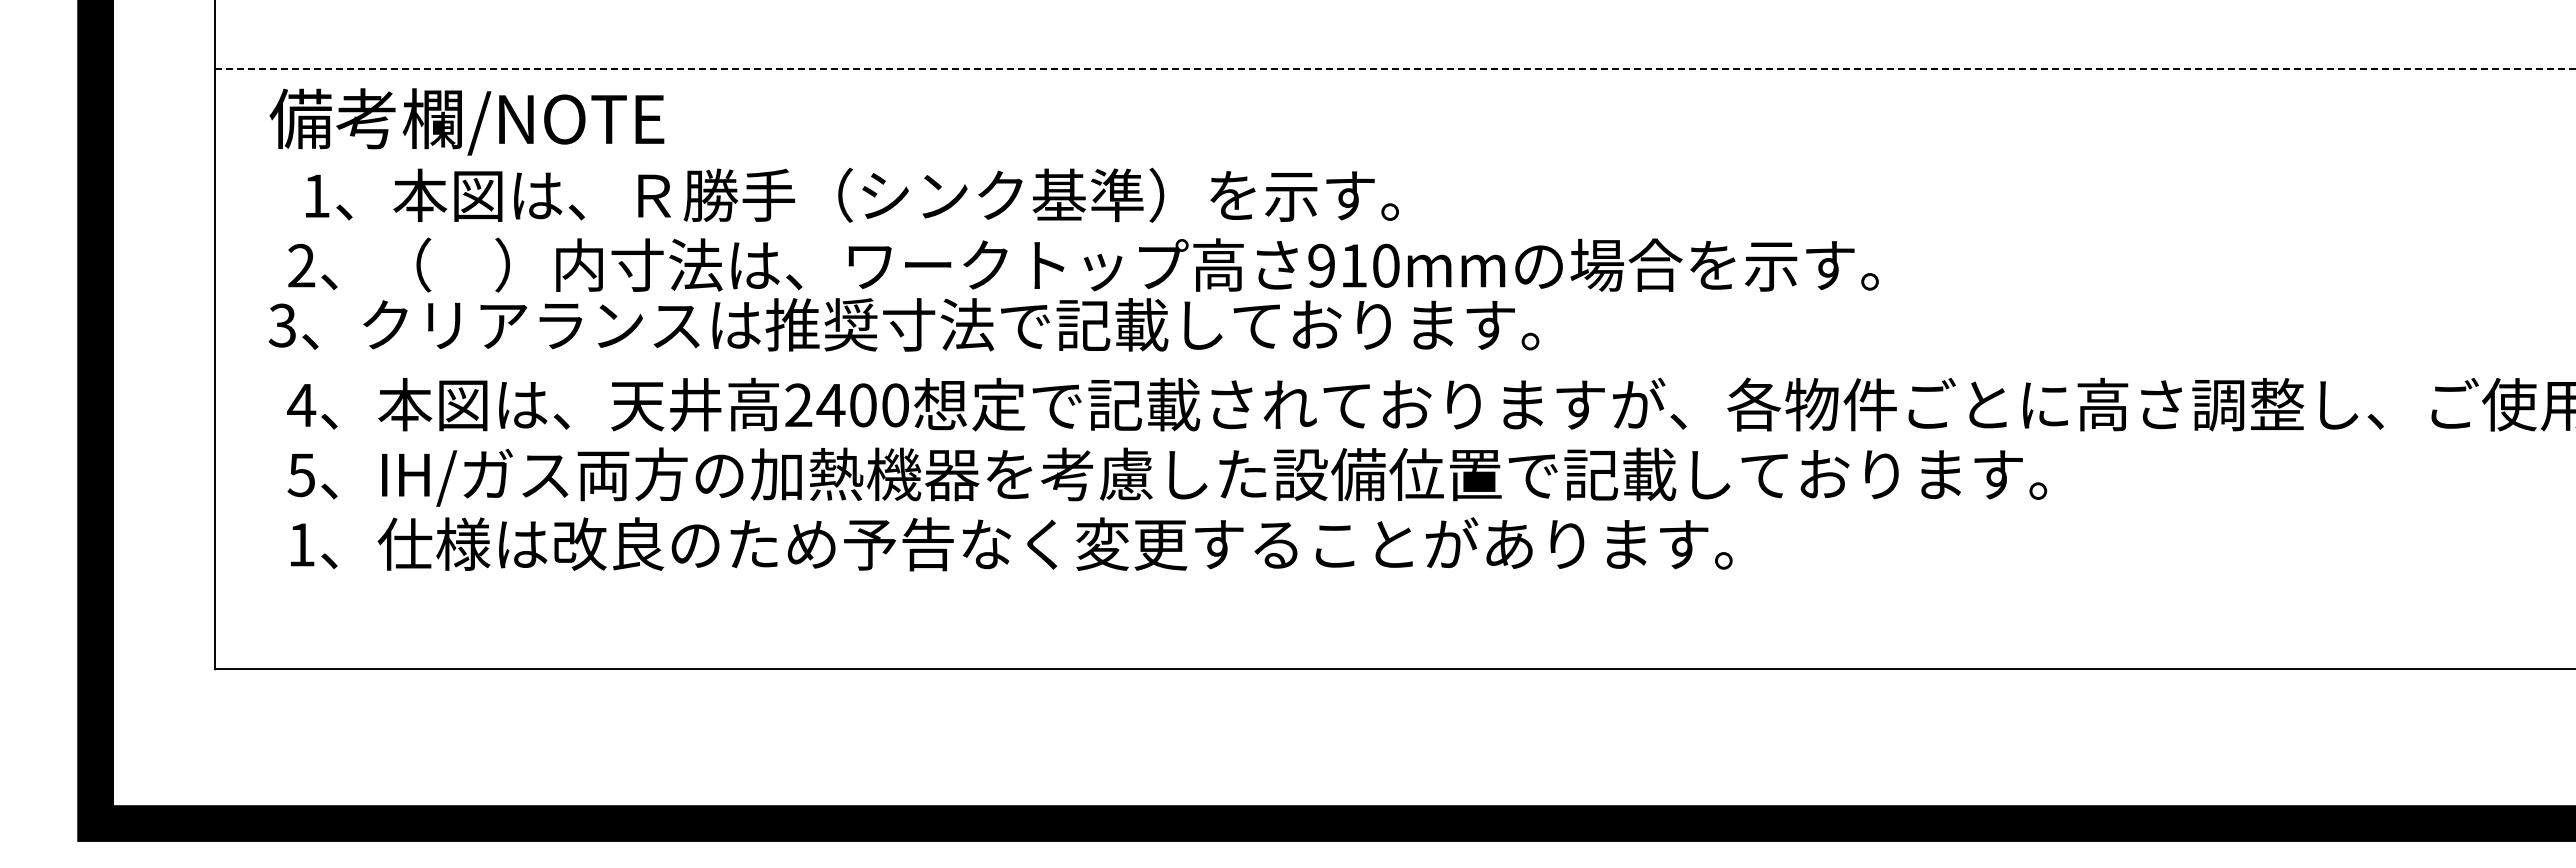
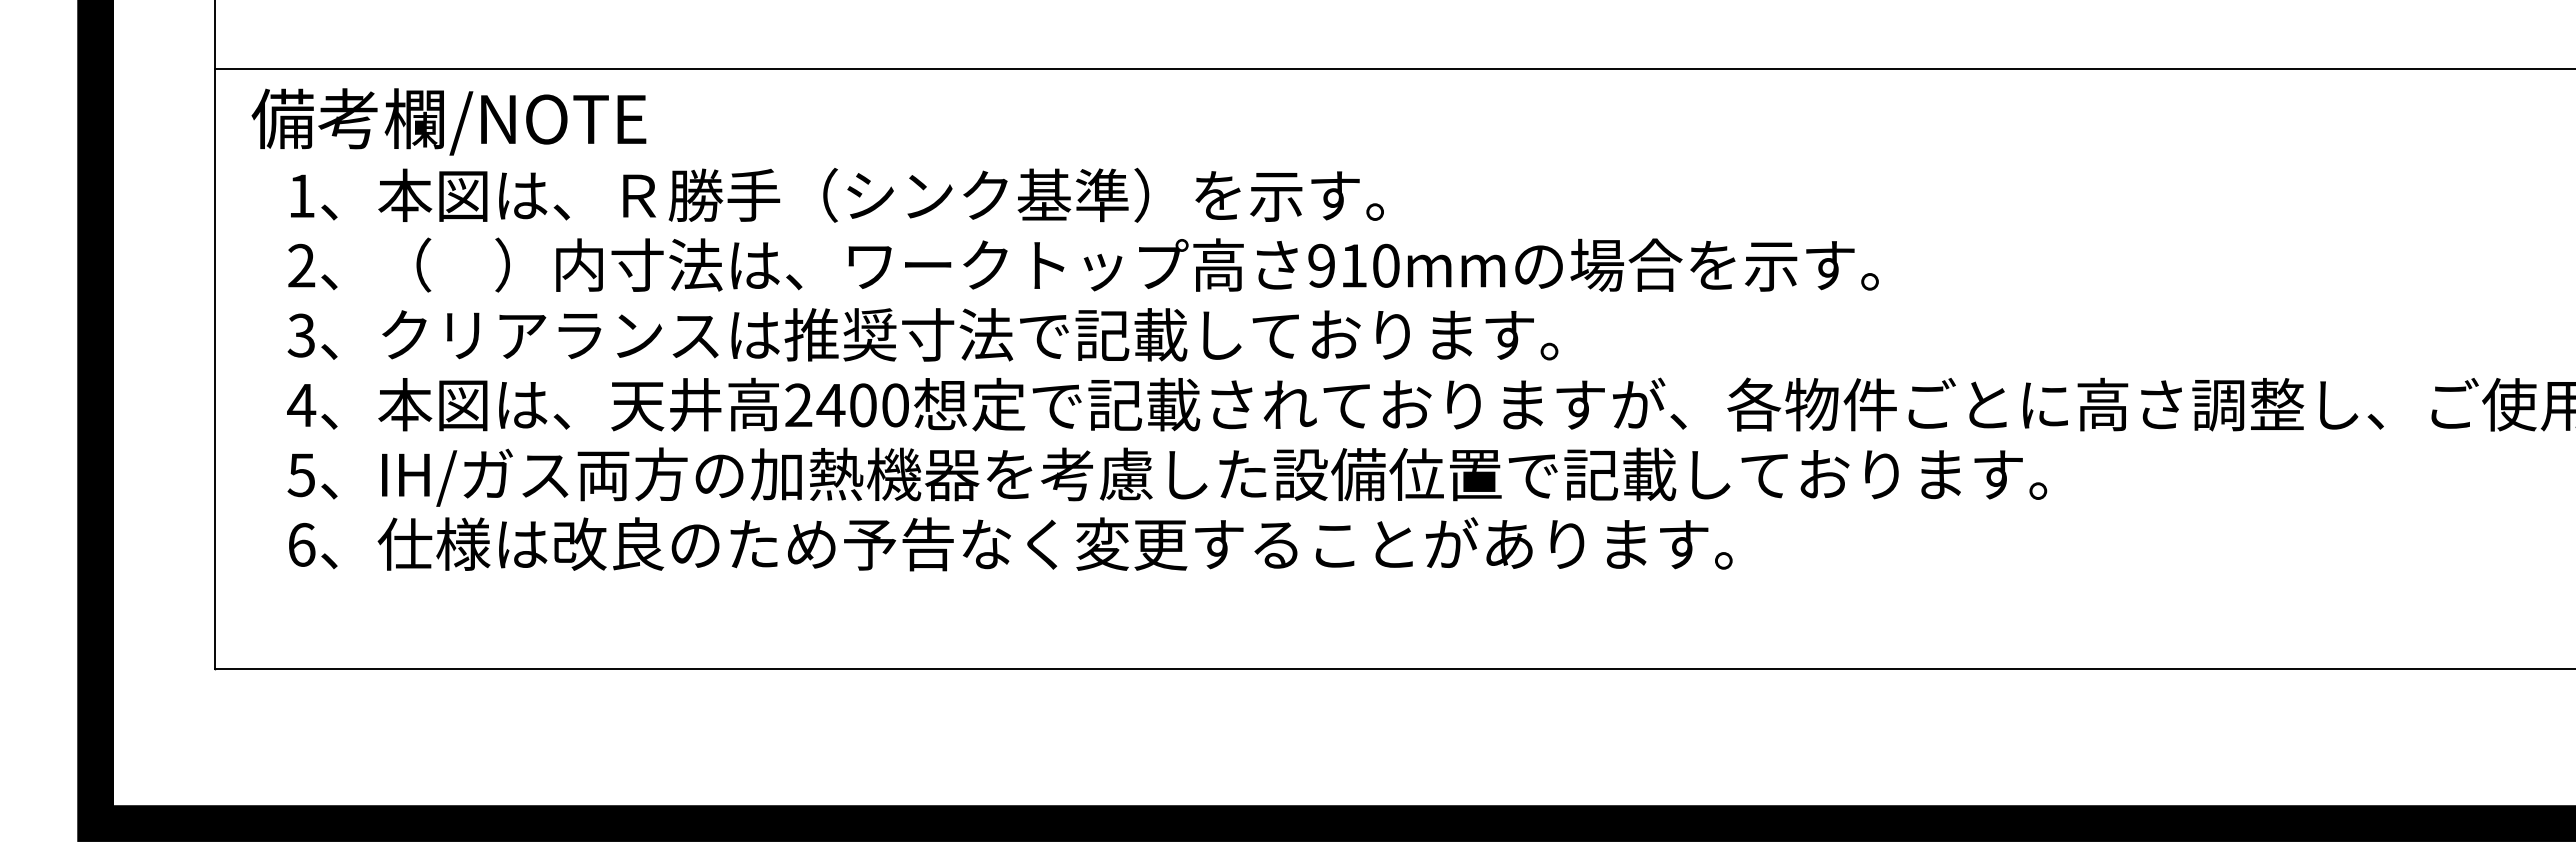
line at (1395, 69): dashed -> solid
text at (466, 121) position: (466, 121) -> (448, 121)
text at (852, 194) position: (852, 194) -> (837, 194)
text at (903, 324) position: (903, 324) -> (922, 334)
text at (302, 544): 1 -> 6
